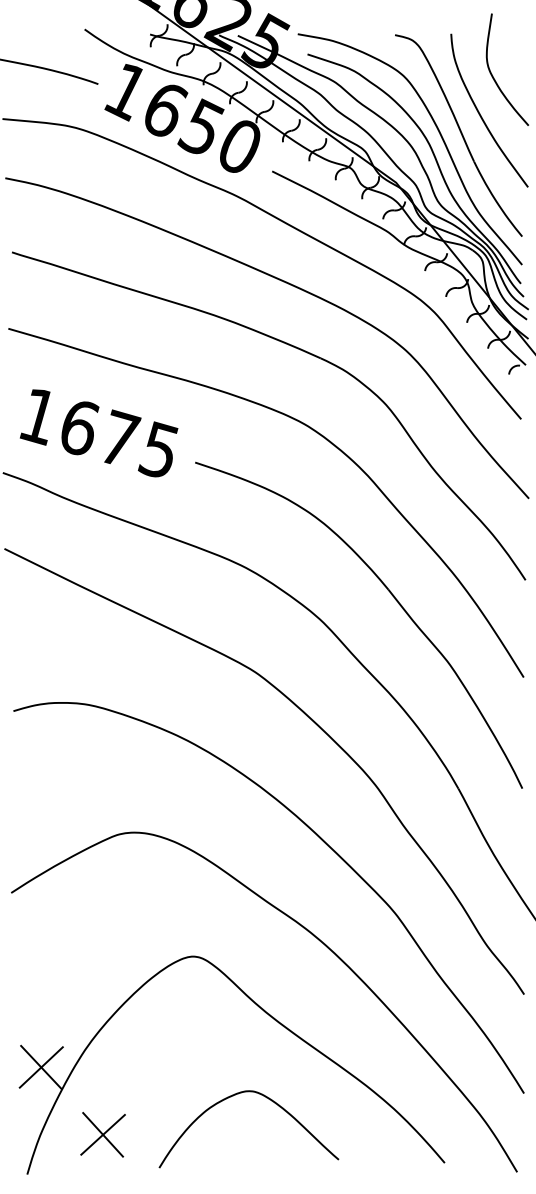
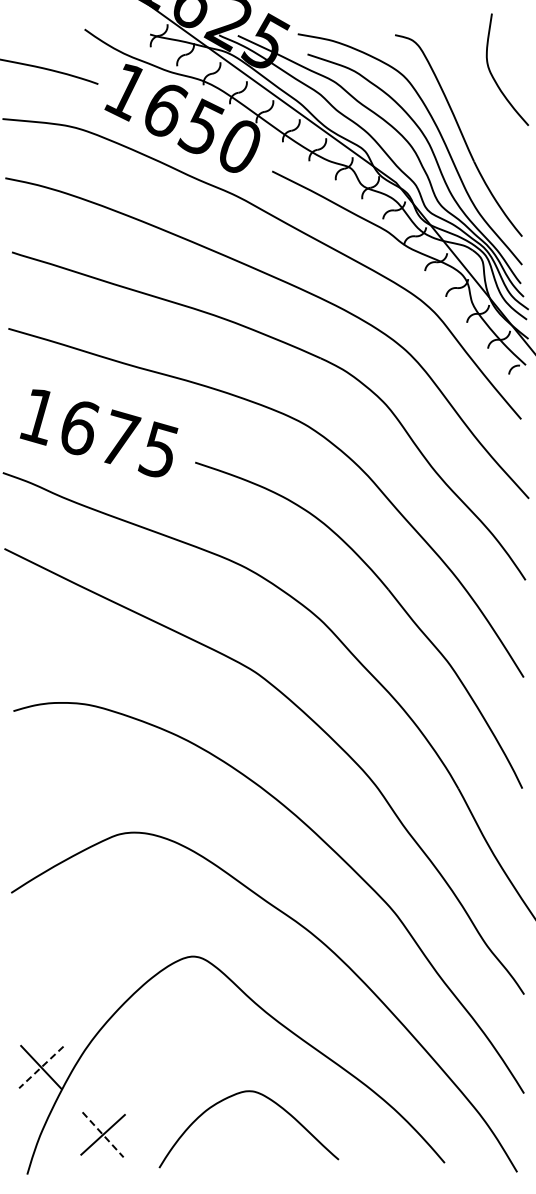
curve at (481, 115): present -> none
line at (41, 1067): solid -> dashed
line at (103, 1134): solid -> dashed
